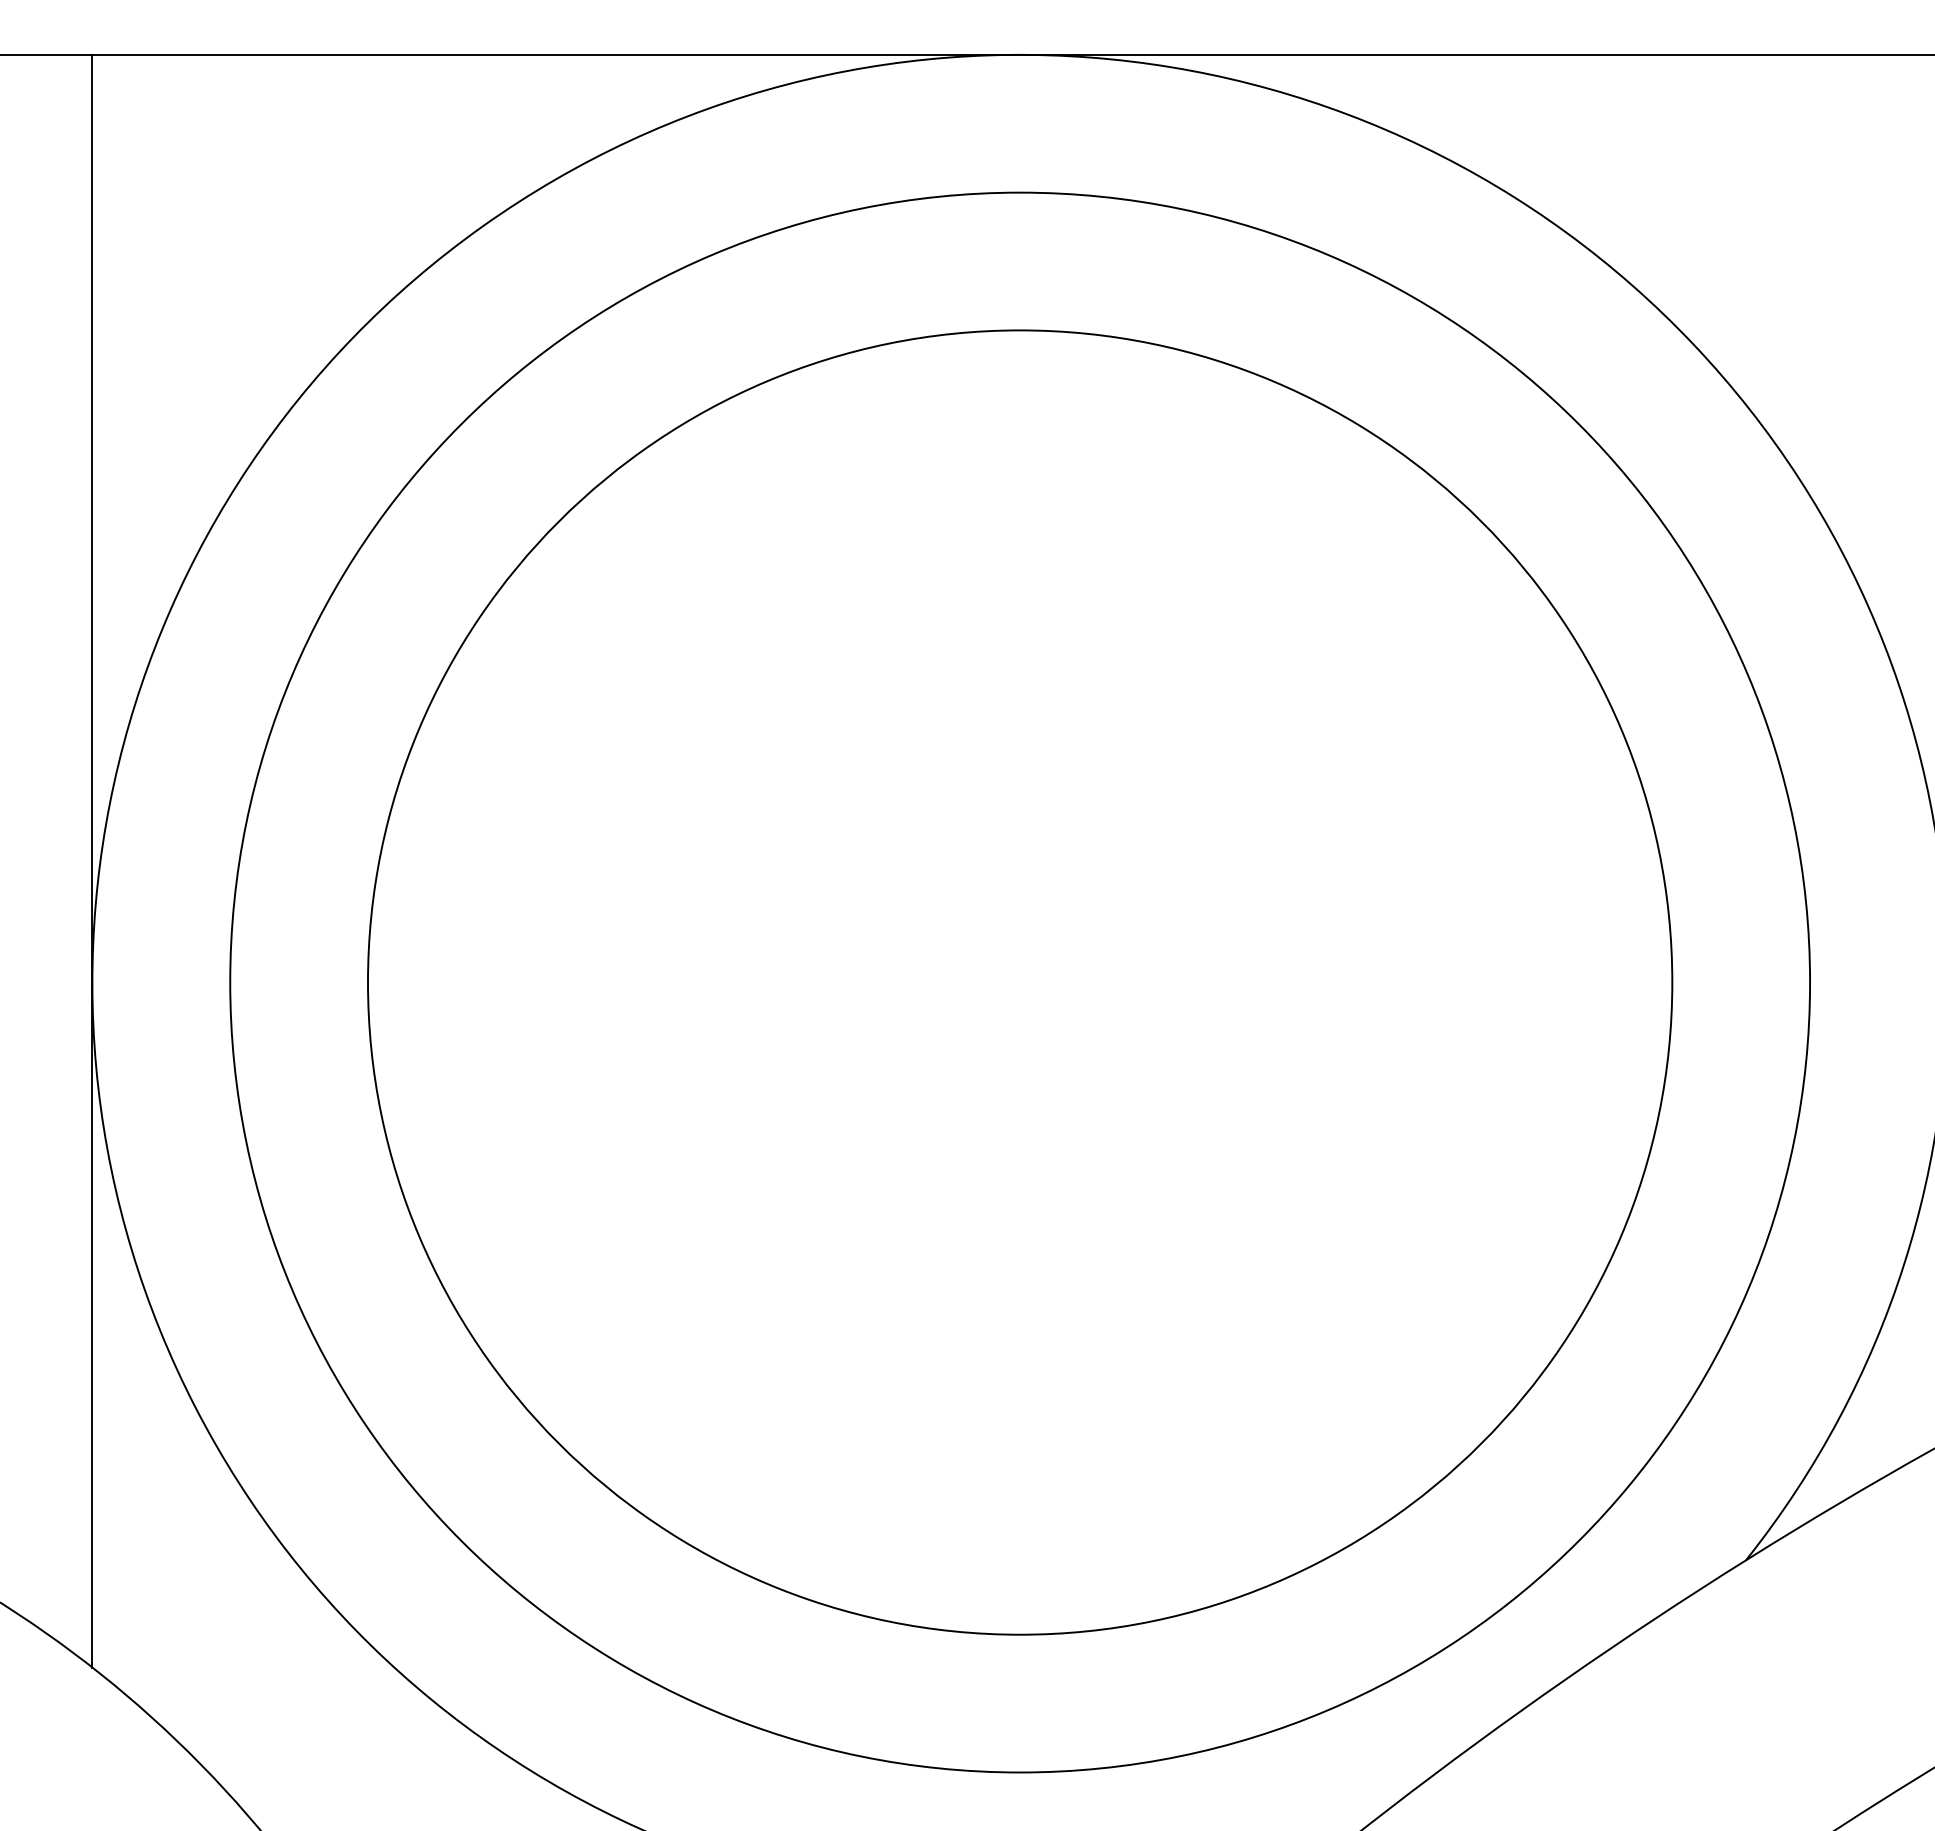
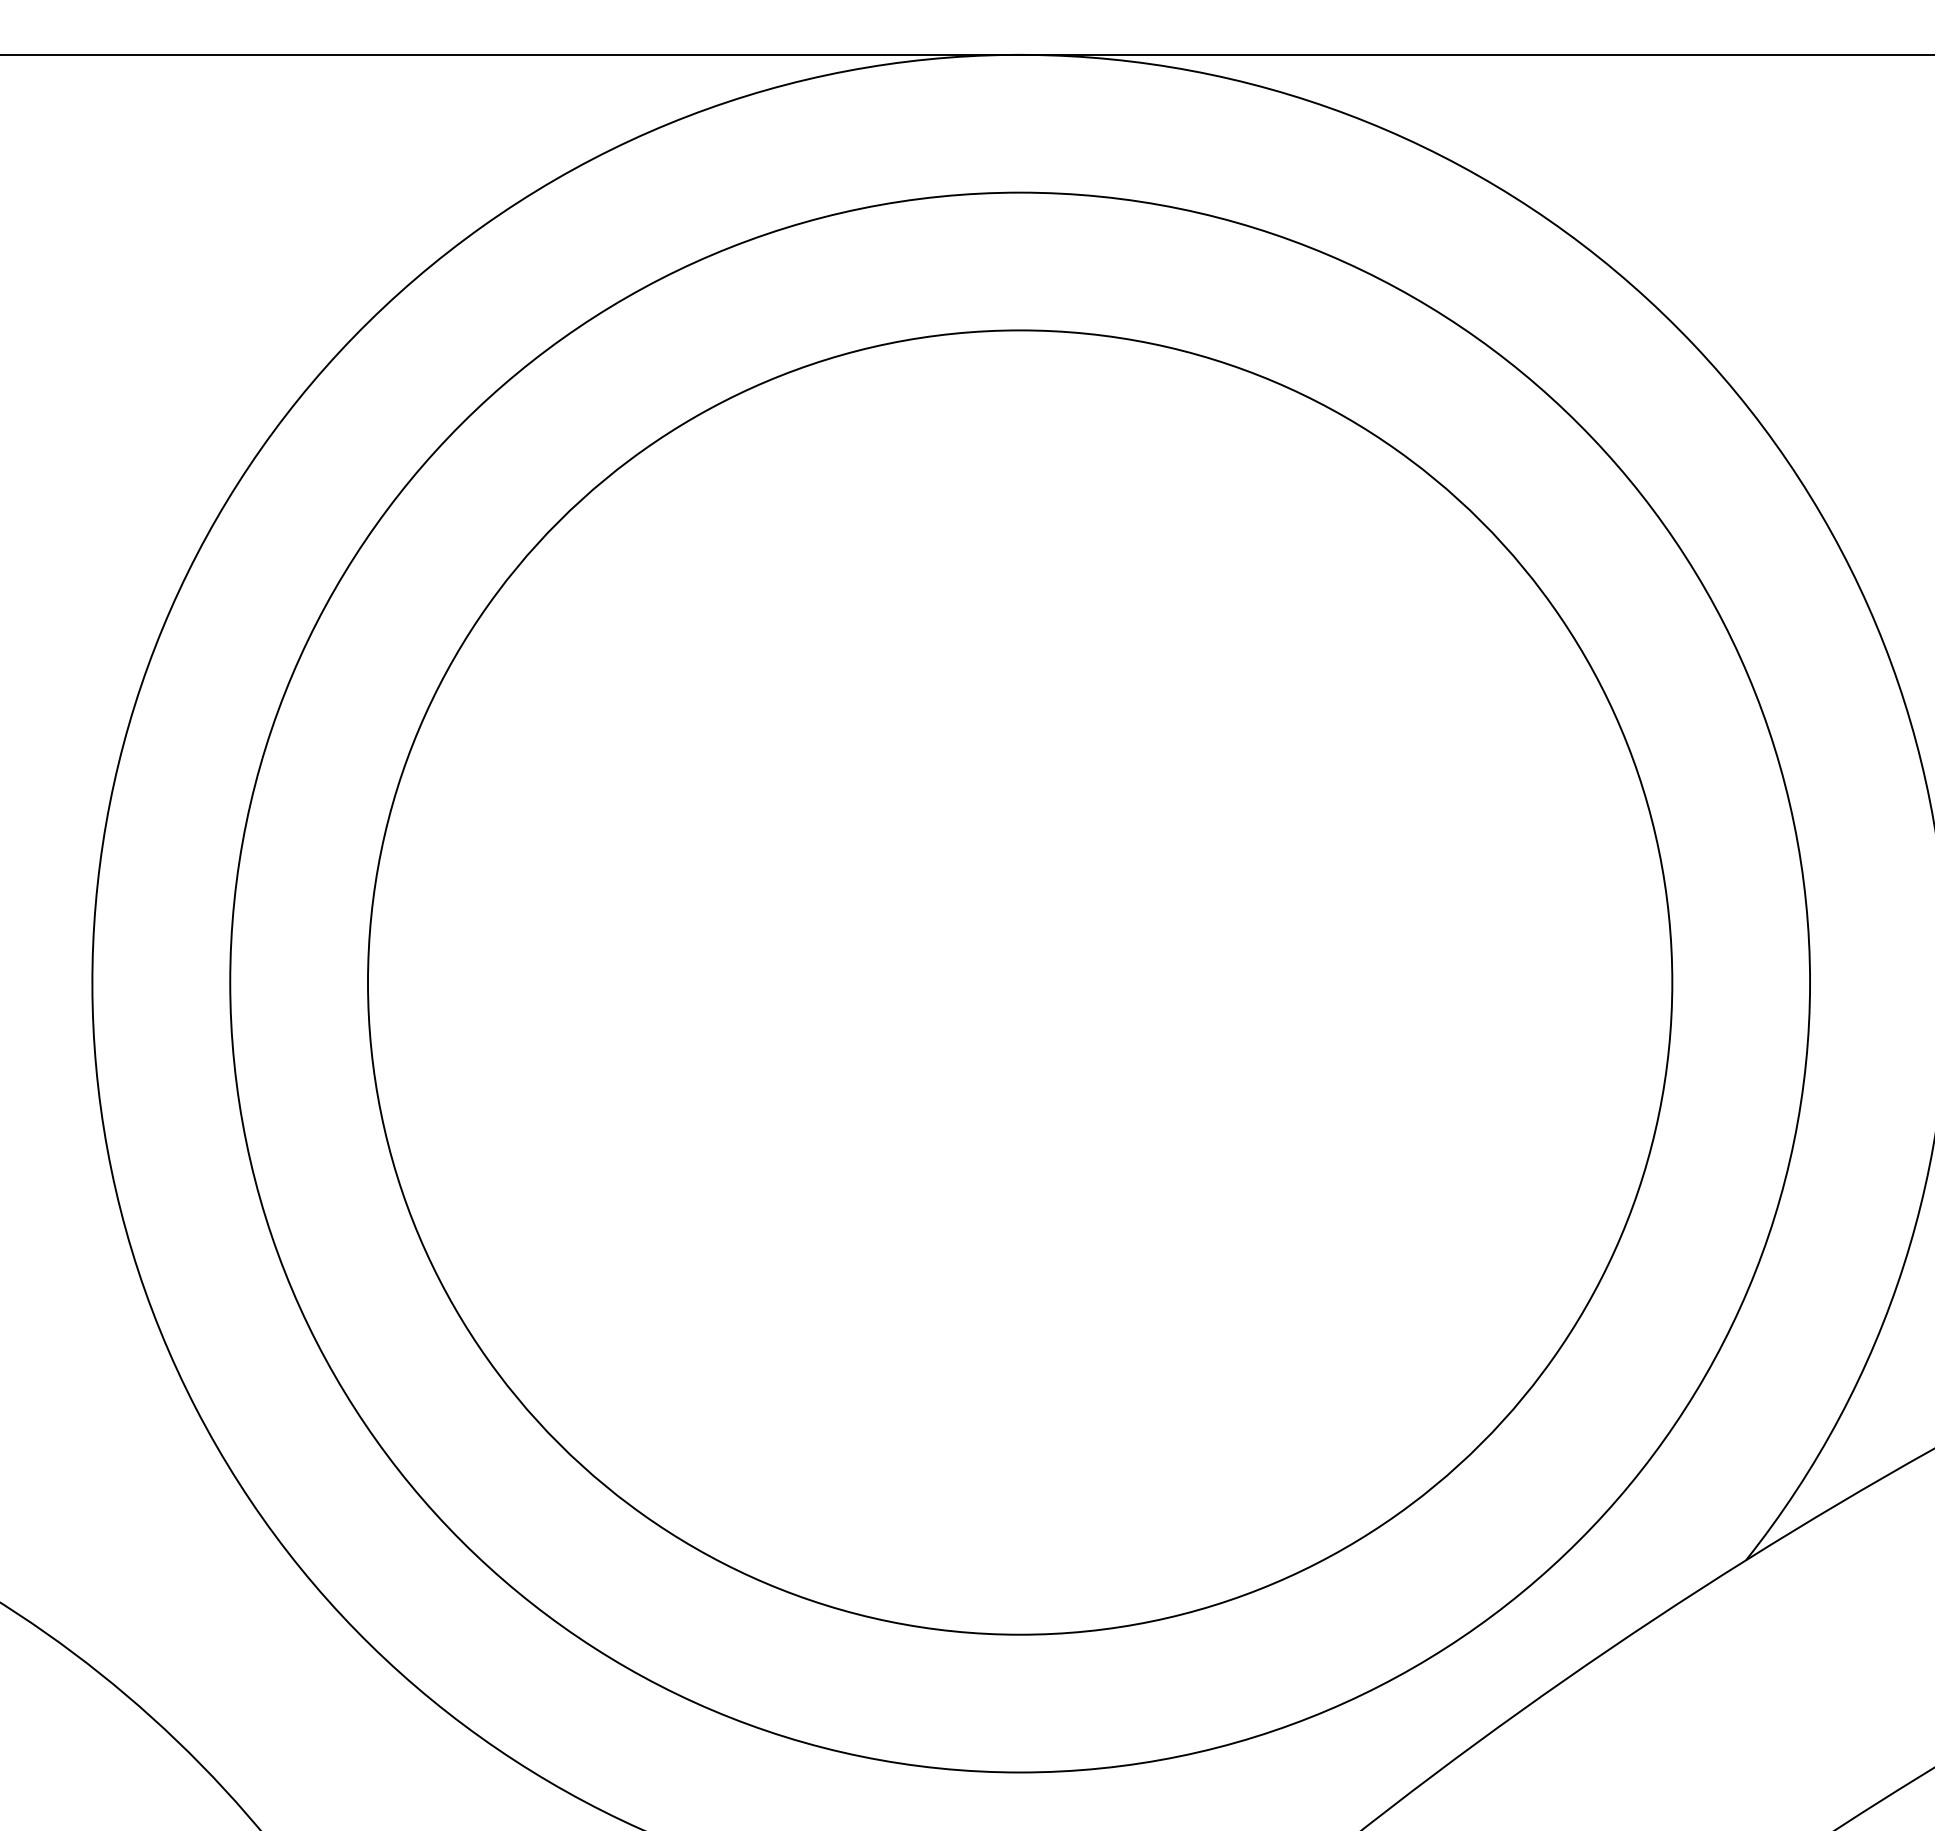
line at (92, 860): present -> none
